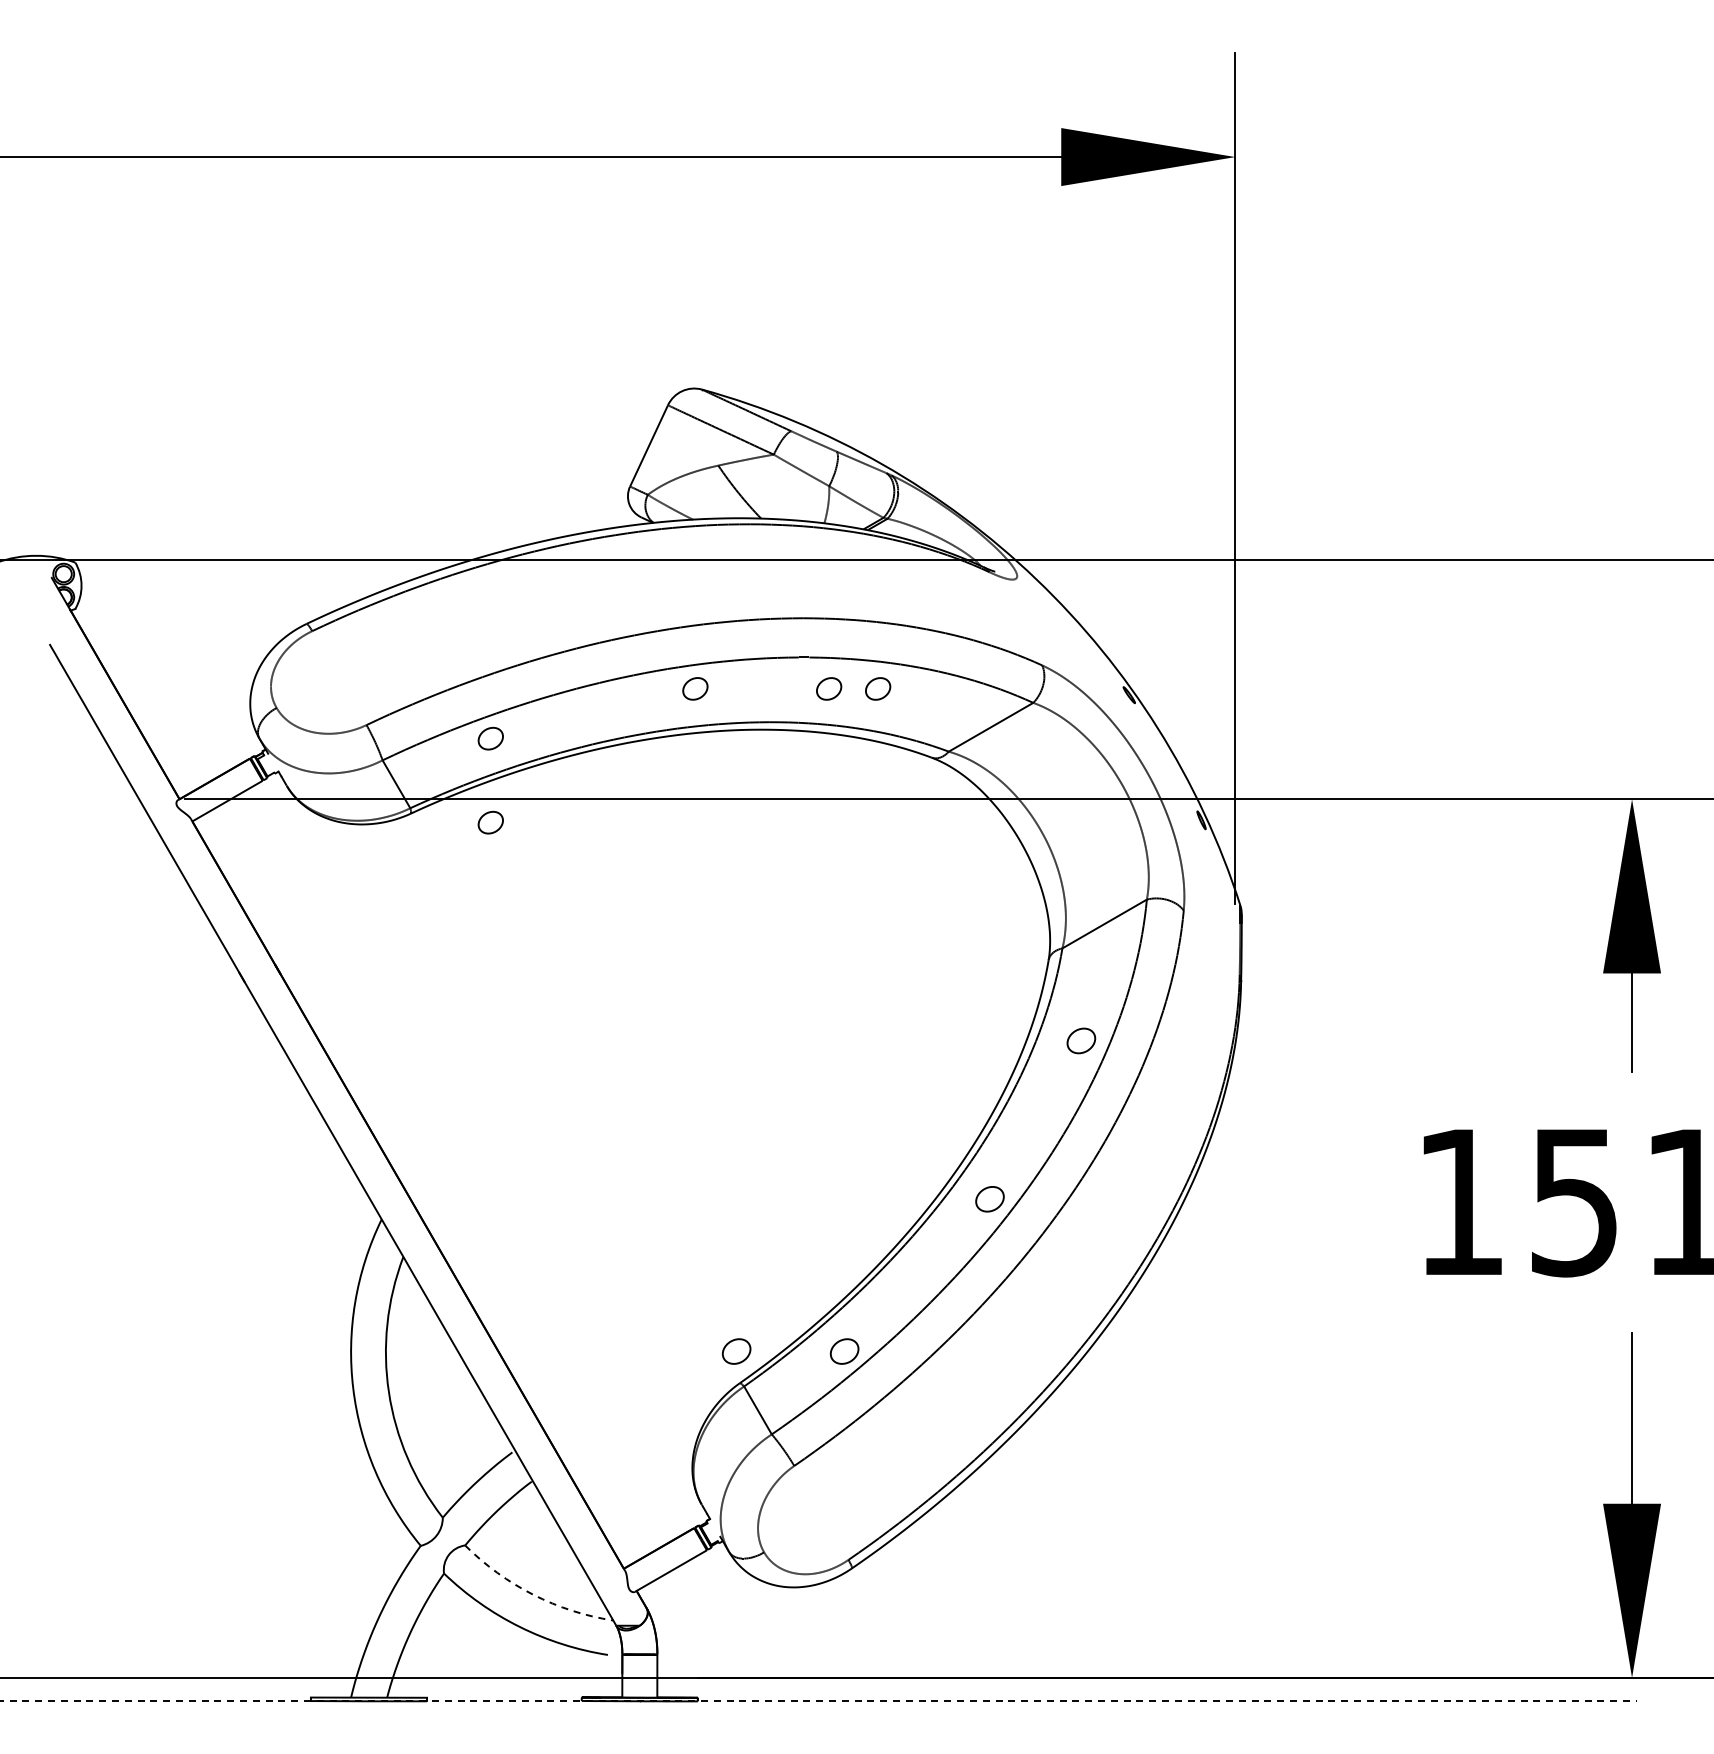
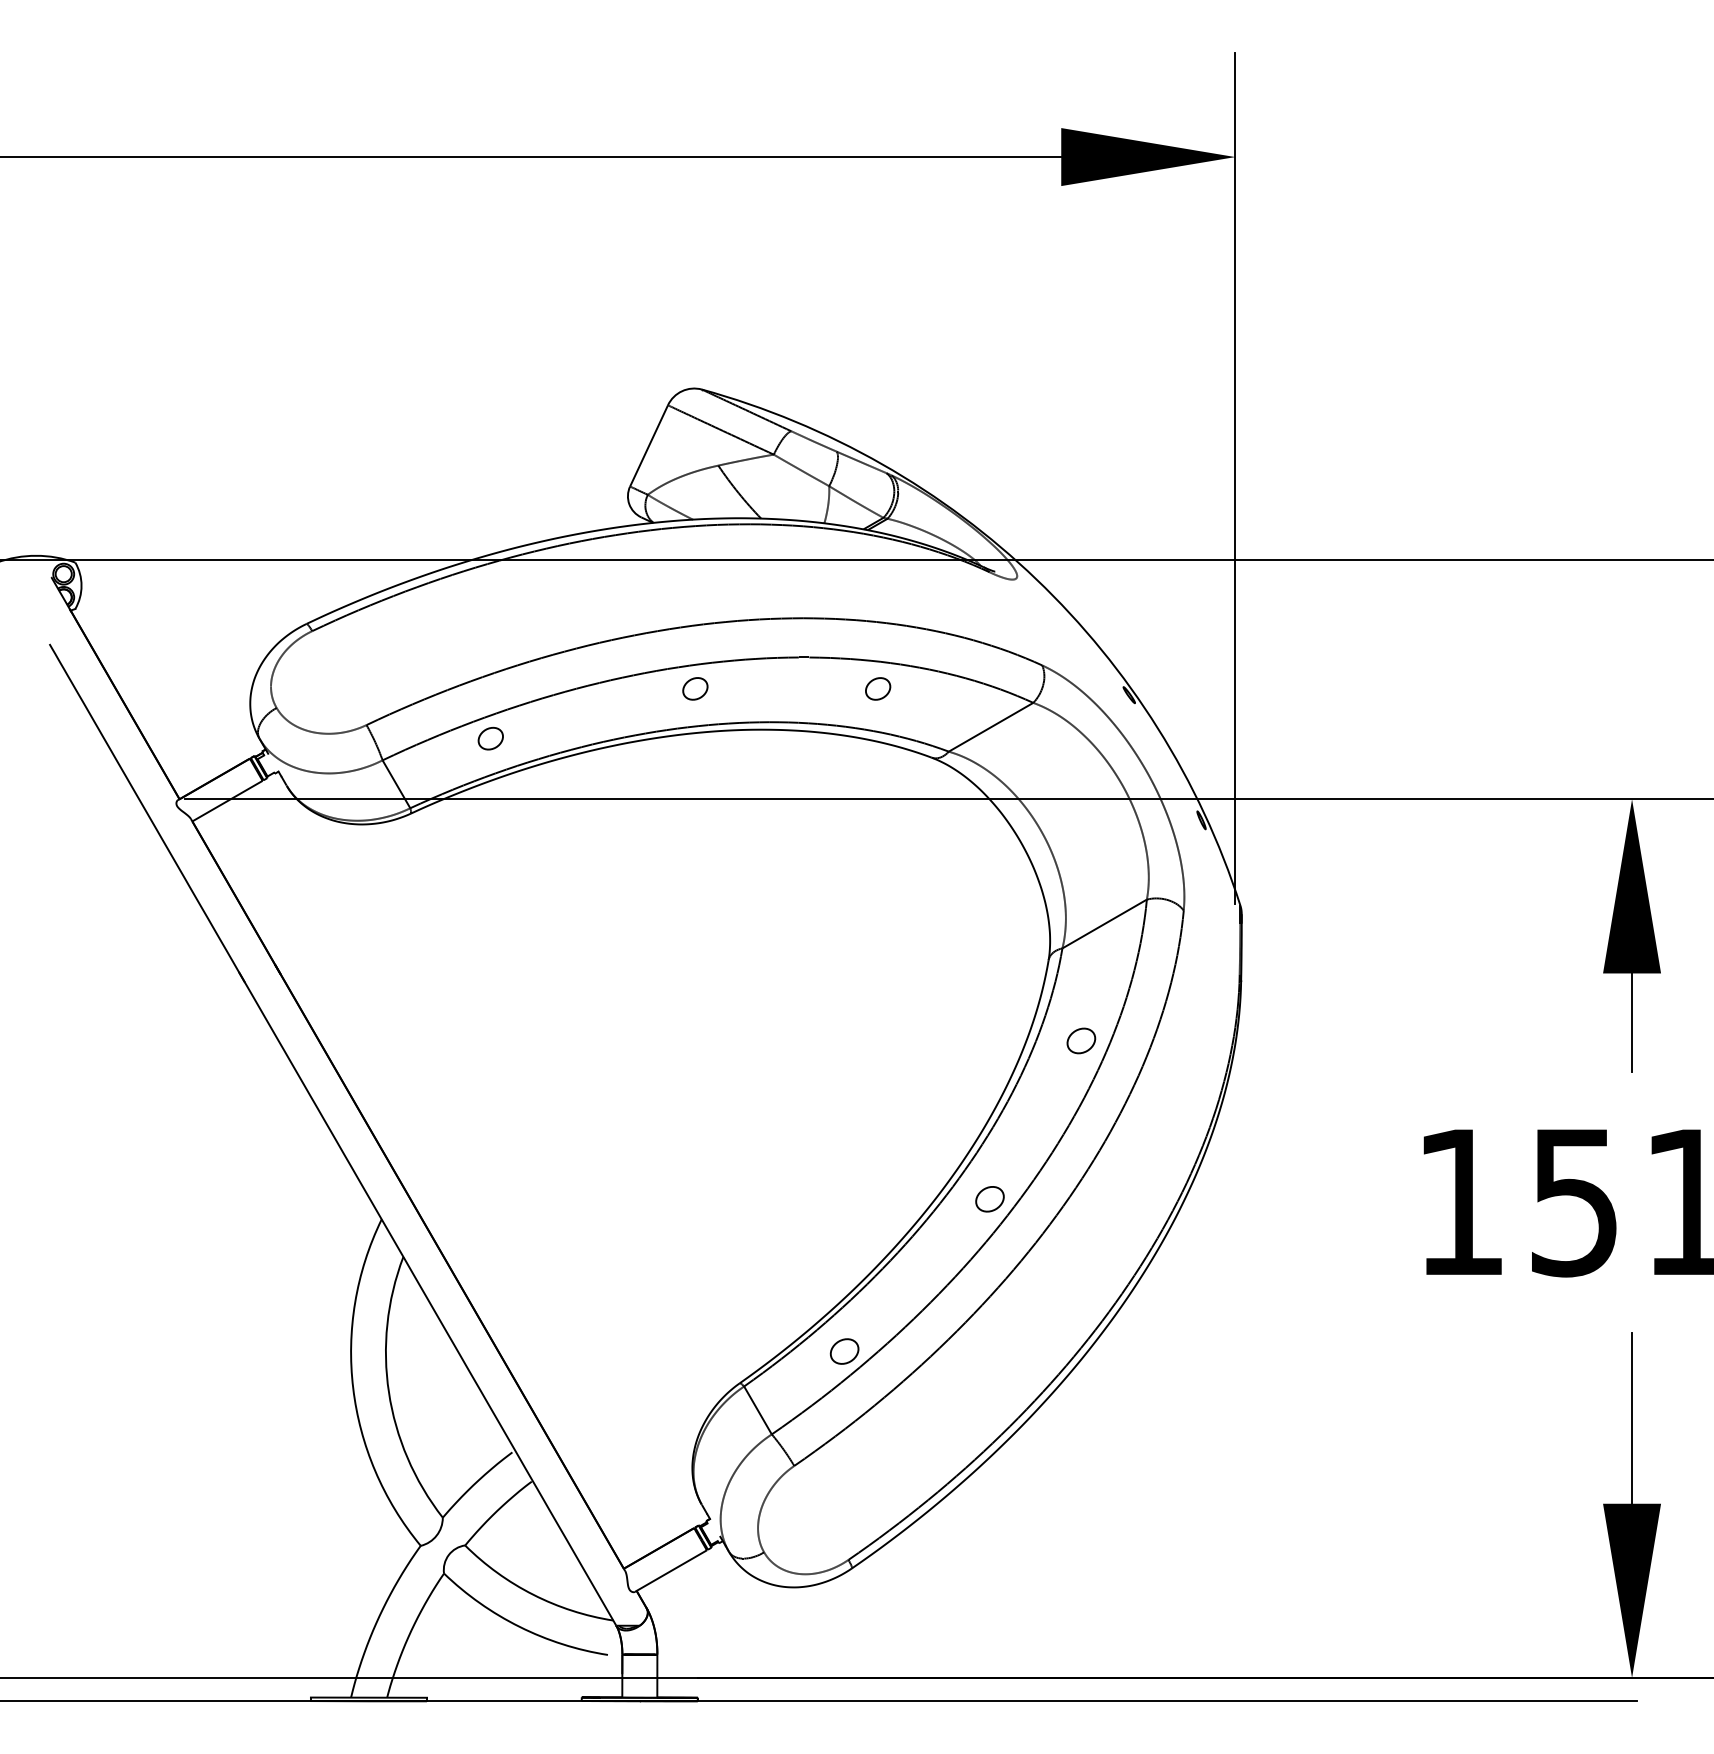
part at (829, 688): present -> none
part at (490, 822): present -> none
part at (736, 1351): present -> none
arc at (533, 1594): dashed -> solid
line at (819, 1701): dashed -> solid
